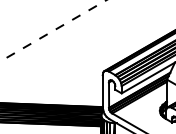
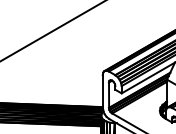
line at (53, 30): dashed -> solid
